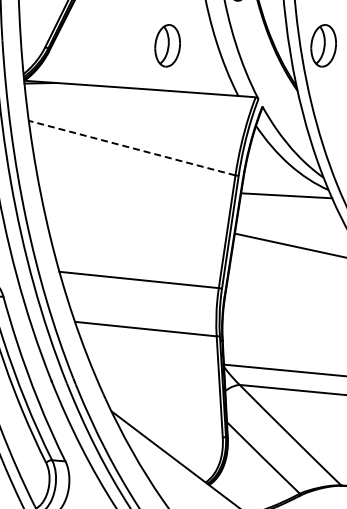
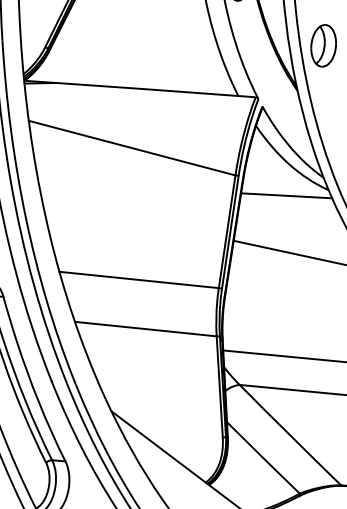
part at (167, 45): present -> none
line at (132, 148): dashed -> solid
line at (289, 245) position: (289, 245) -> (288, 252)
line at (282, 370) position: (282, 370) -> (283, 355)
